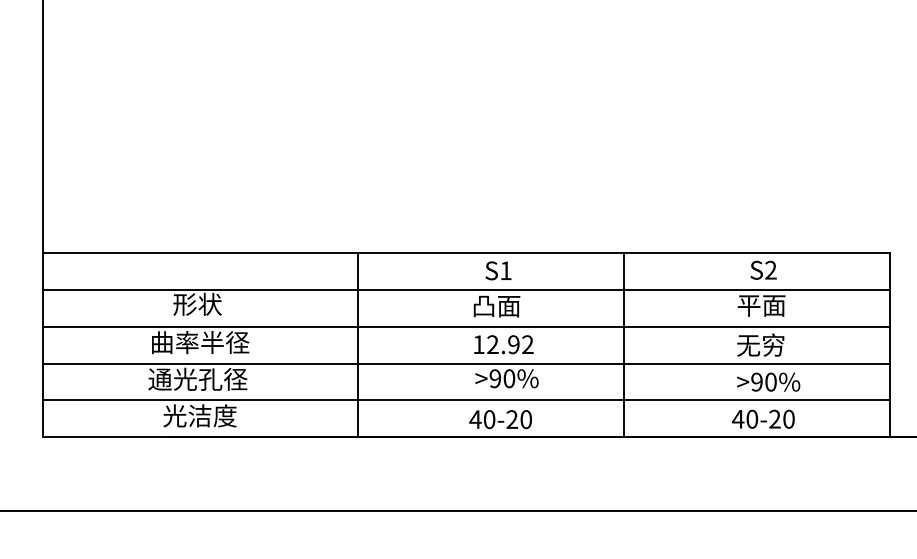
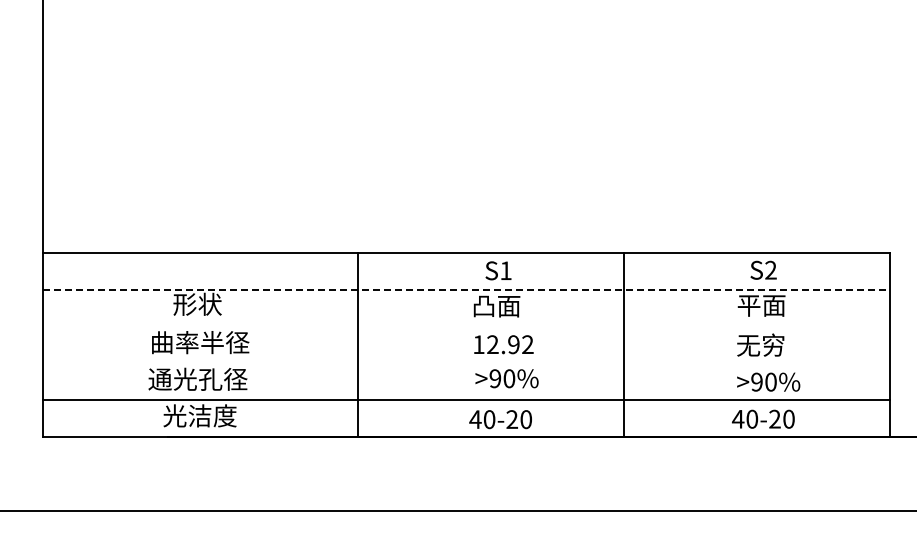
line at (466, 289): solid -> dashed
line at (465, 326): present -> none
line at (465, 363): present -> none
